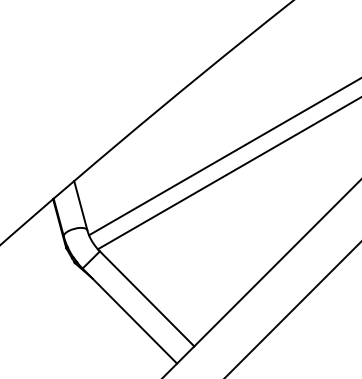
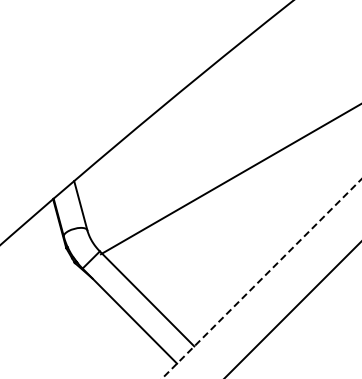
line at (223, 157): present -> none
line at (227, 173) position: (227, 173) -> (229, 179)
line at (262, 278): solid -> dashed
